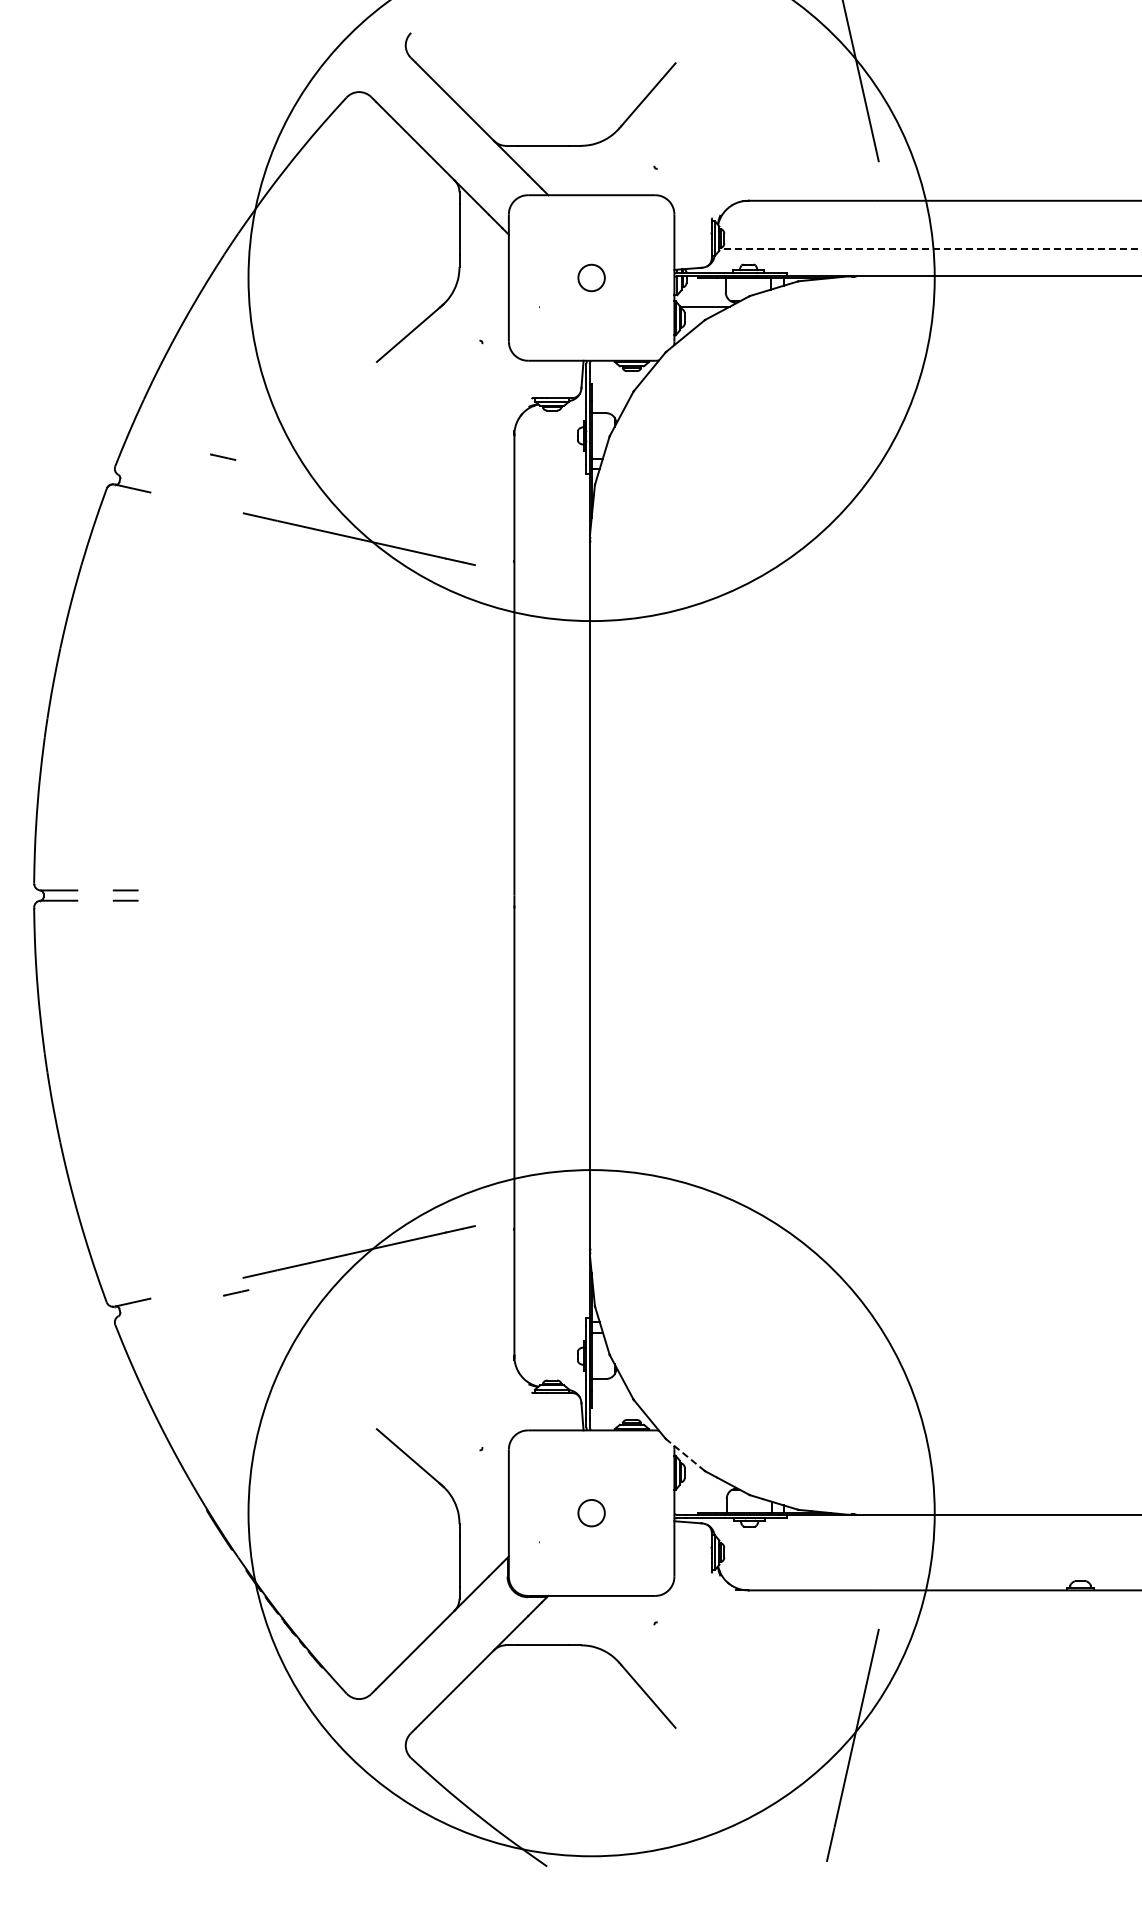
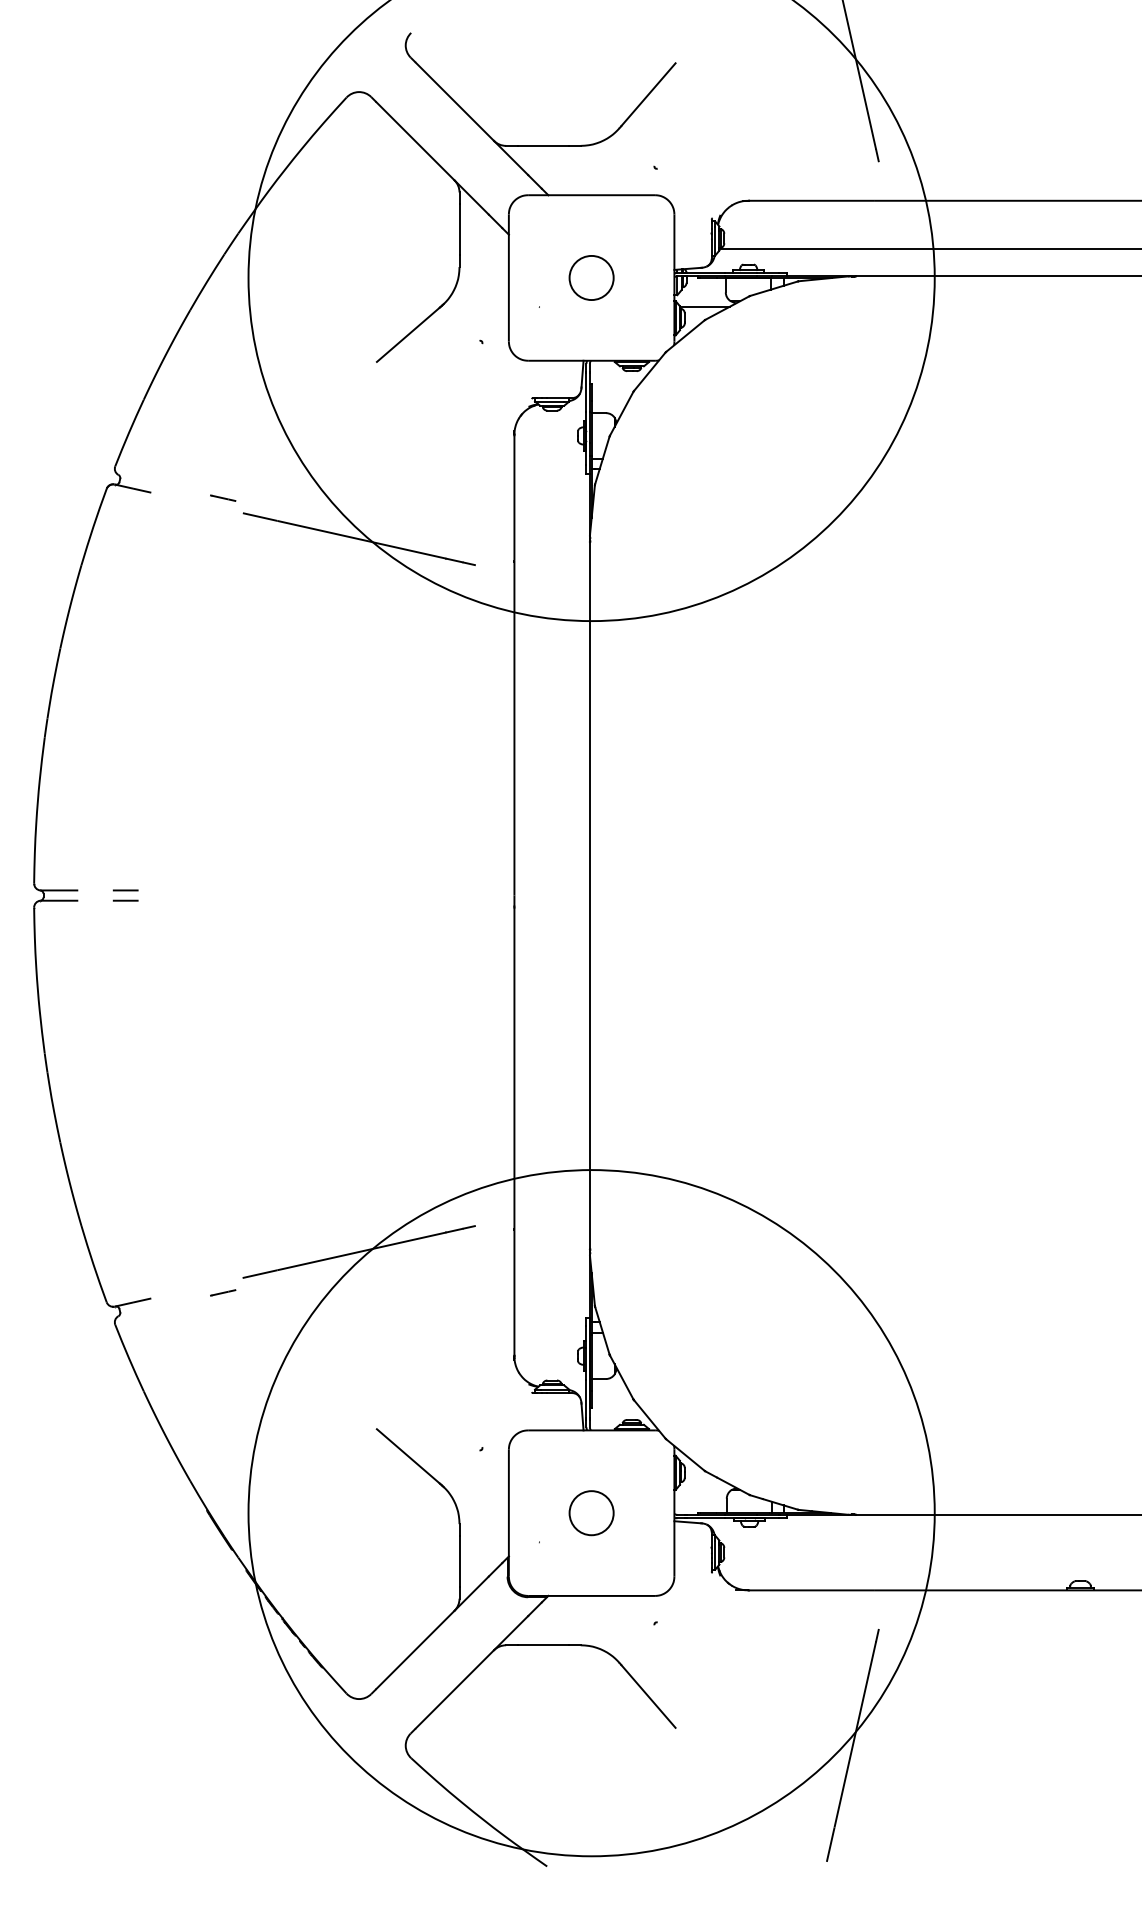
line at (930, 249): dashed -> solid
circle at (591, 277) diameter: 26 px -> 44 px
line at (223, 456) position: (223, 456) -> (223, 497)
line at (236, 1292) position: (236, 1292) -> (223, 1292)
line at (685, 1454): dashed -> solid
circle at (591, 1512) diameter: 26 px -> 44 px
